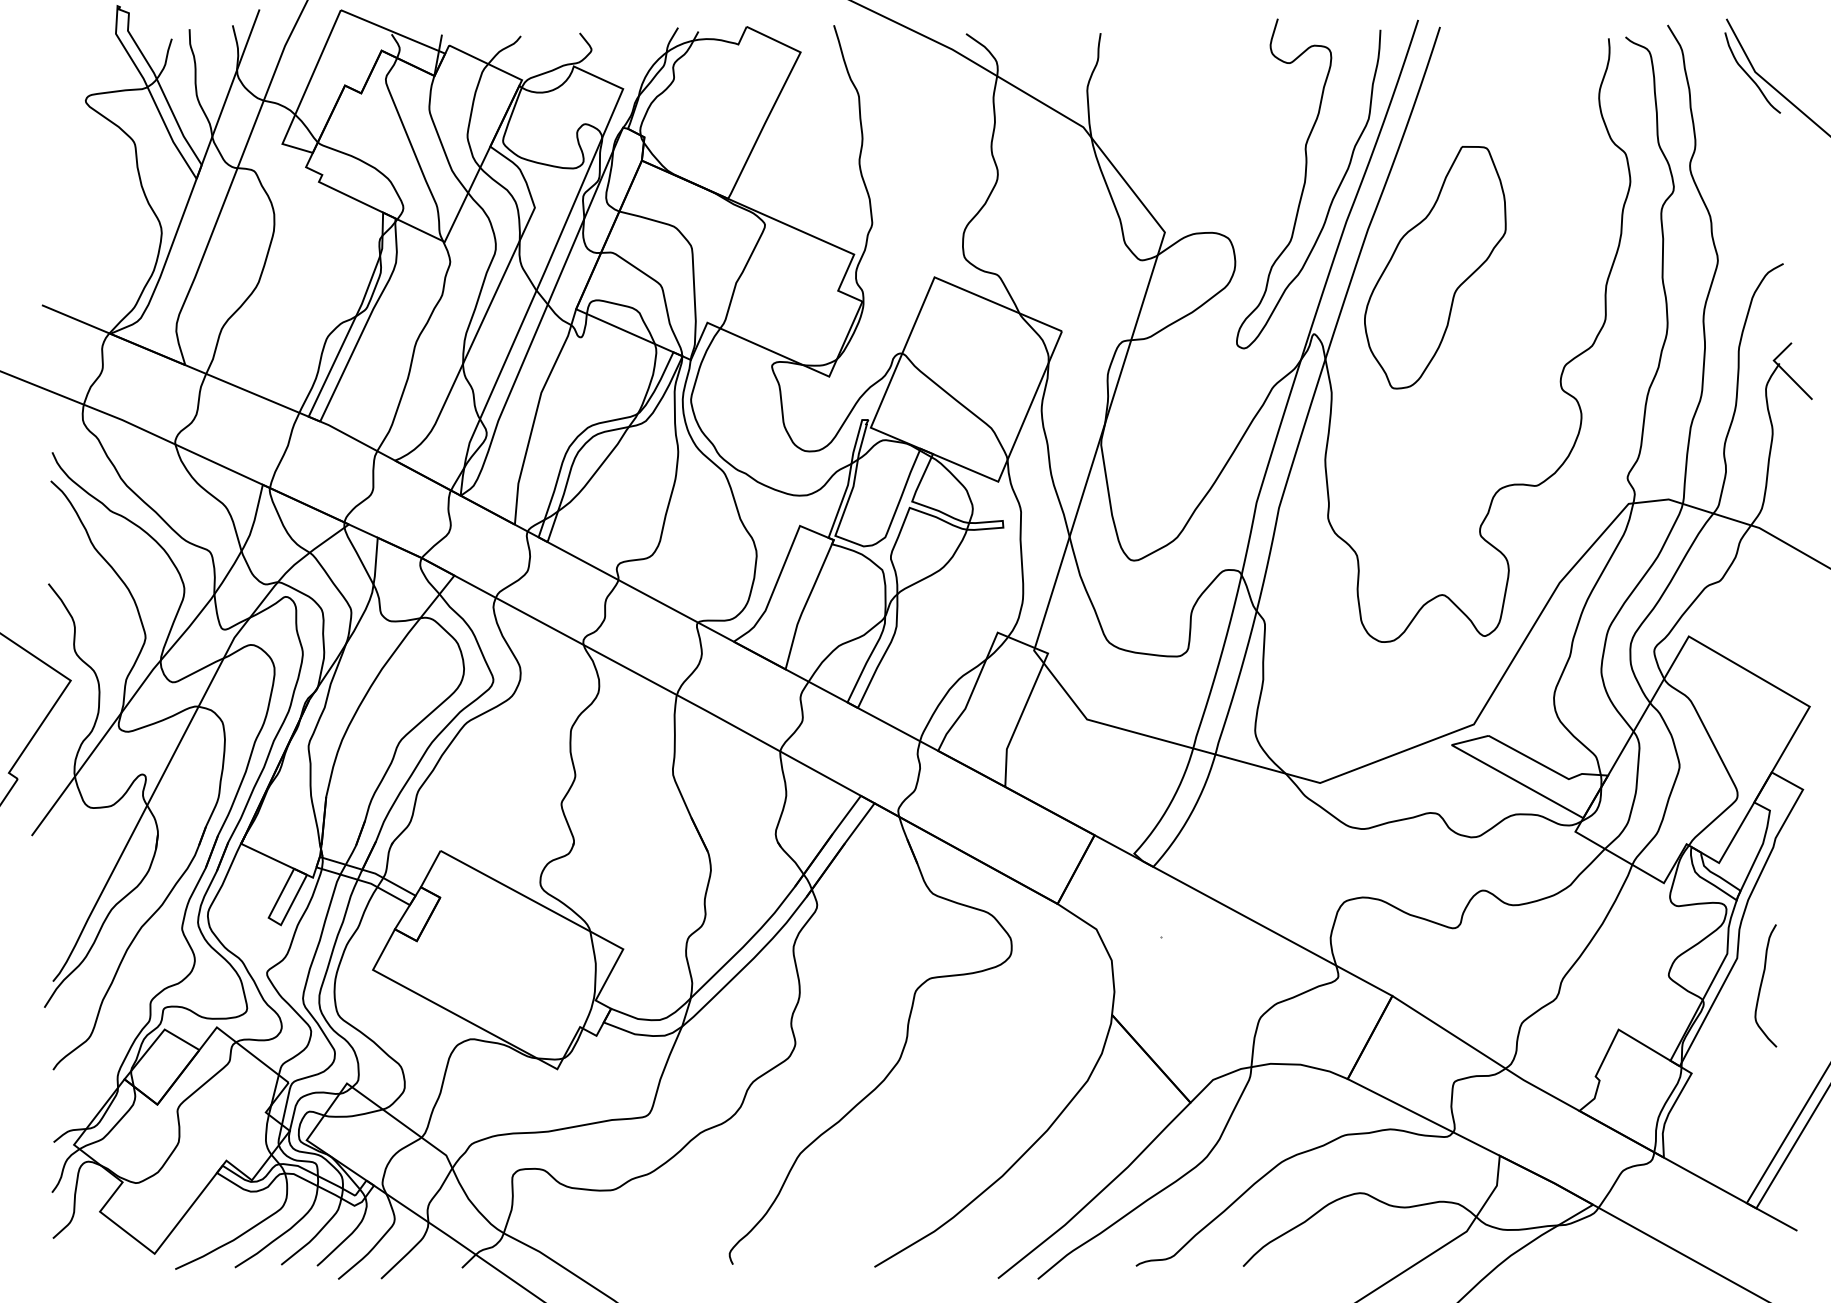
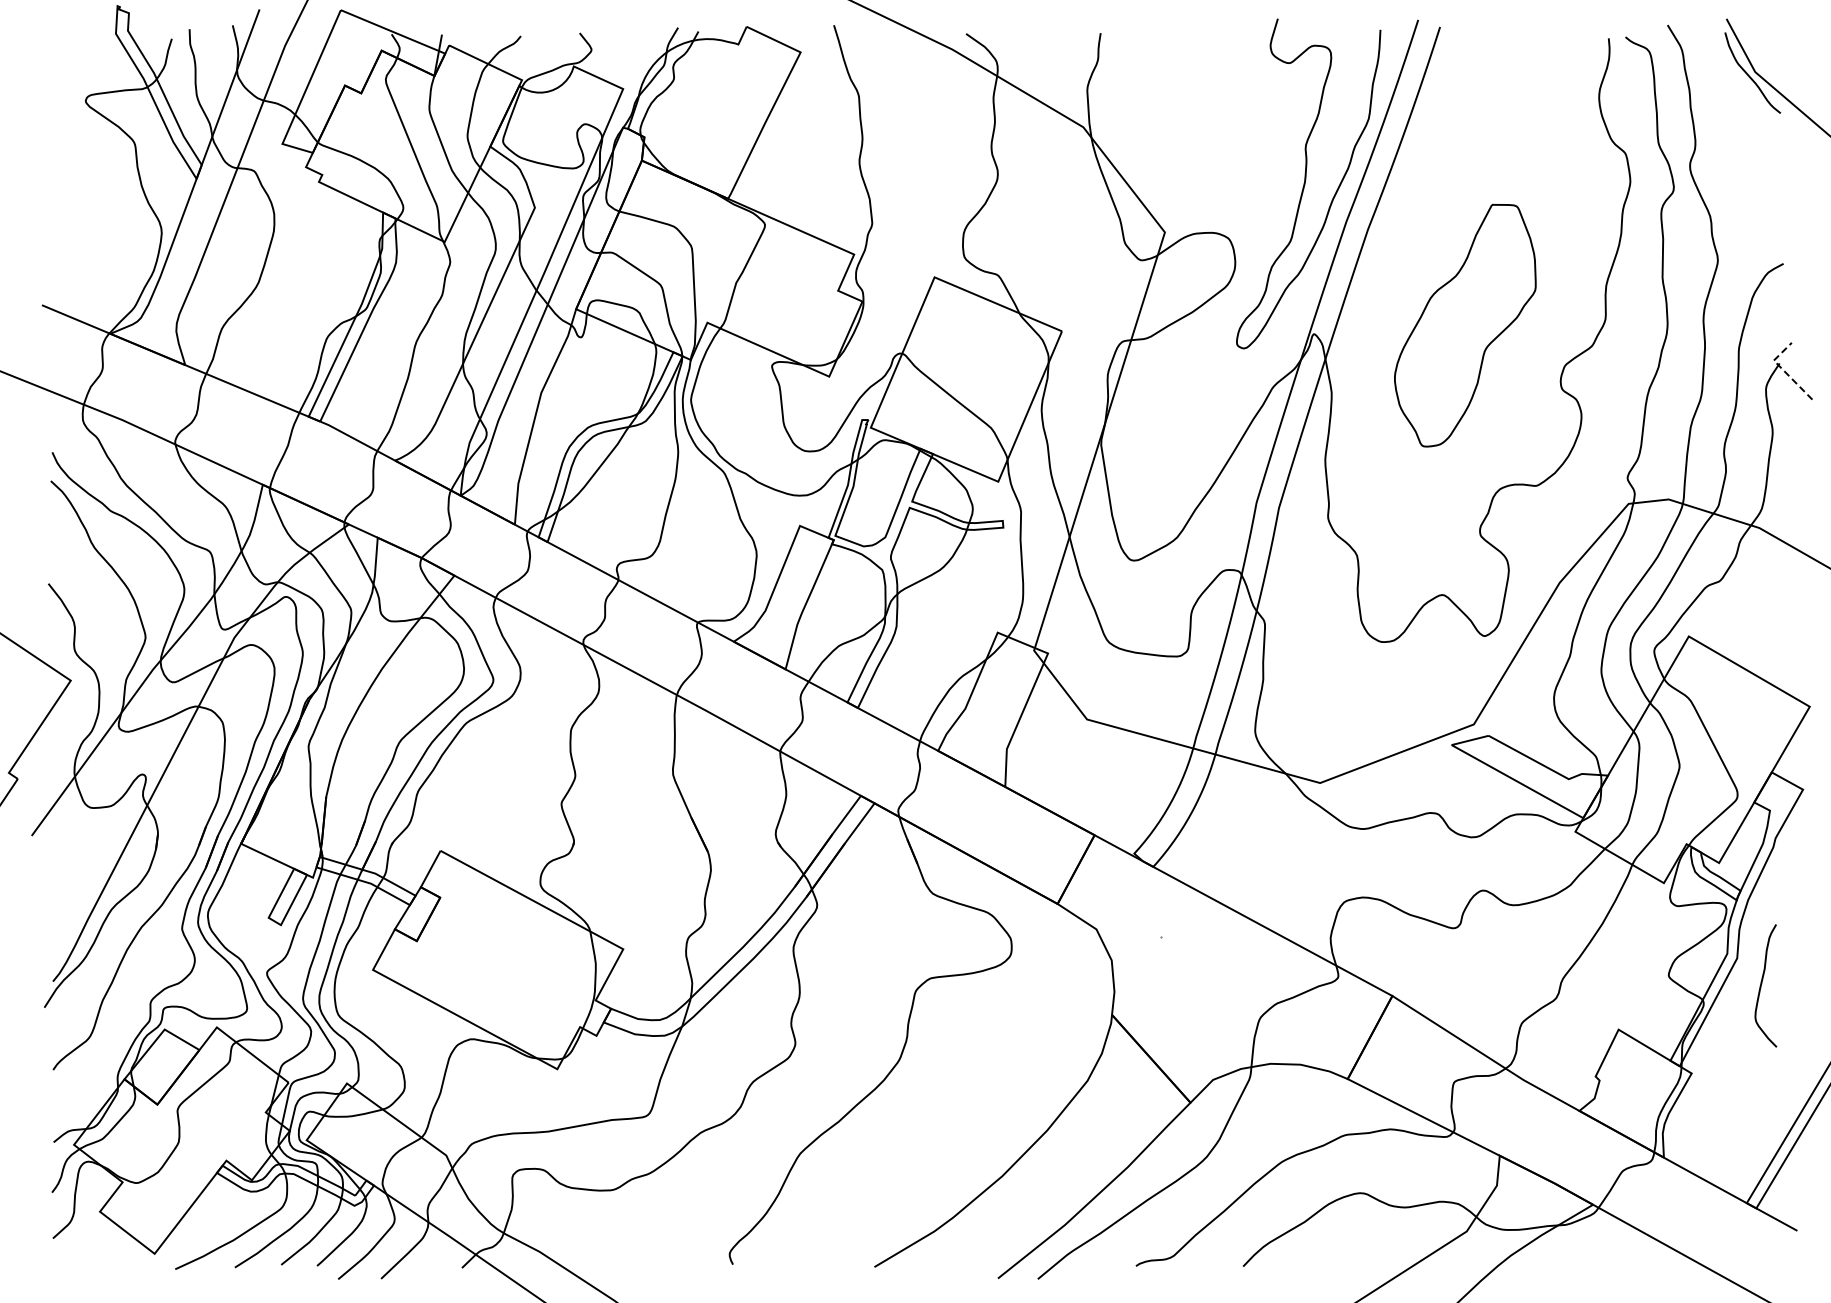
part at (1435, 267) position: (1435, 267) -> (1465, 325)
line at (1783, 370): solid -> dashed
